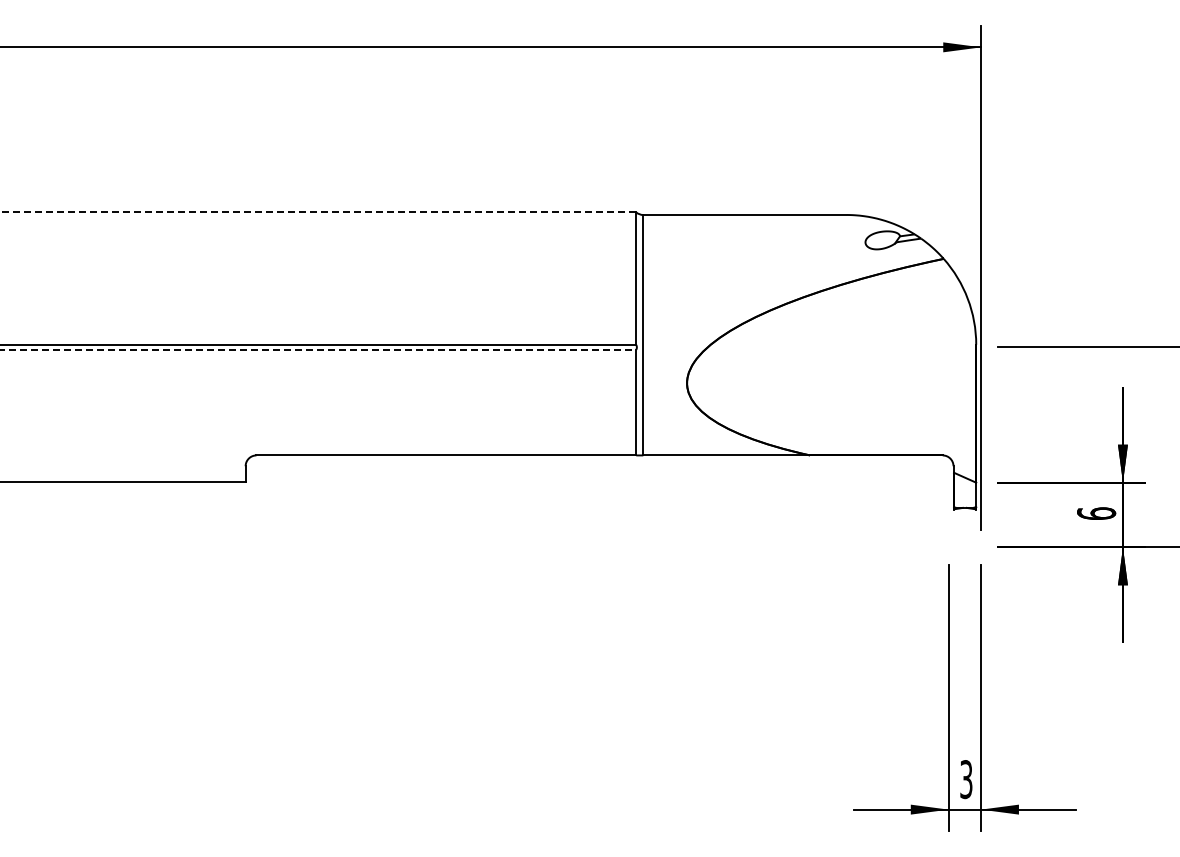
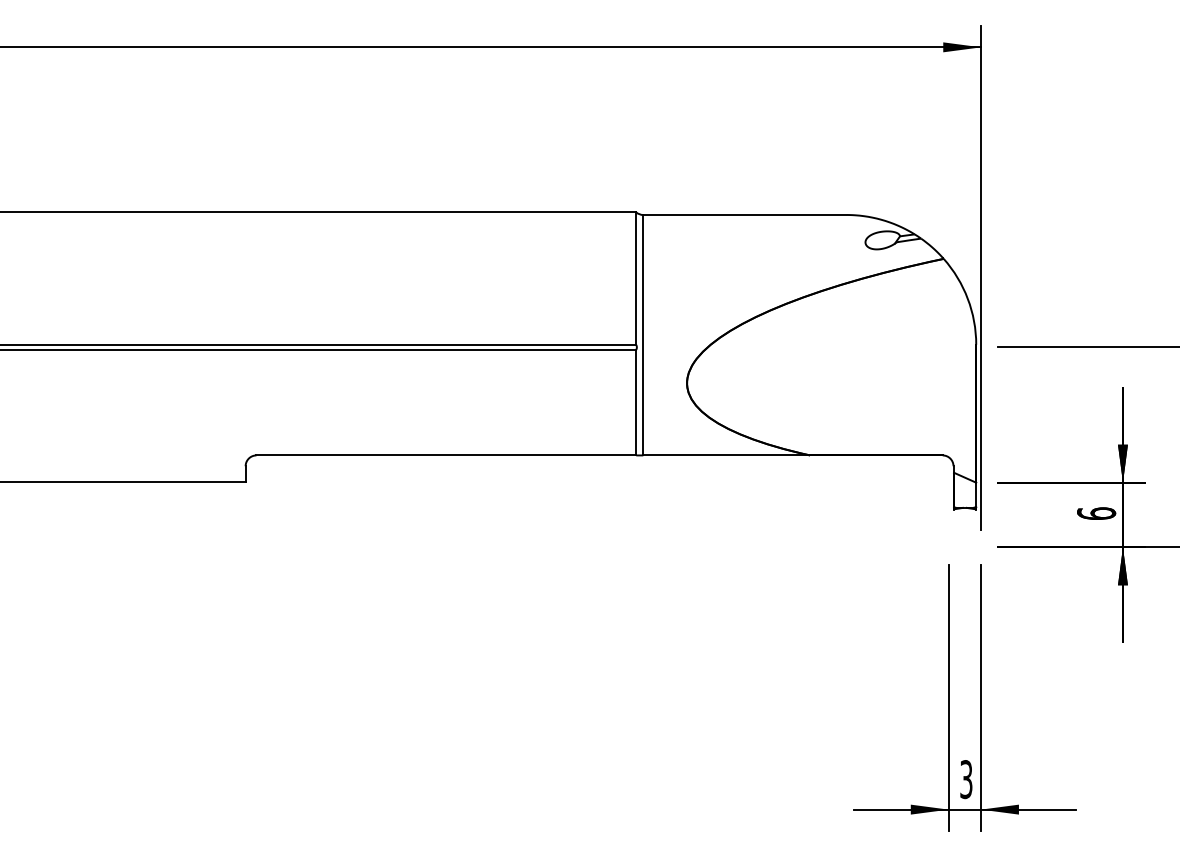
line at (318, 212): dashed -> solid
line at (318, 349): dashed -> solid
